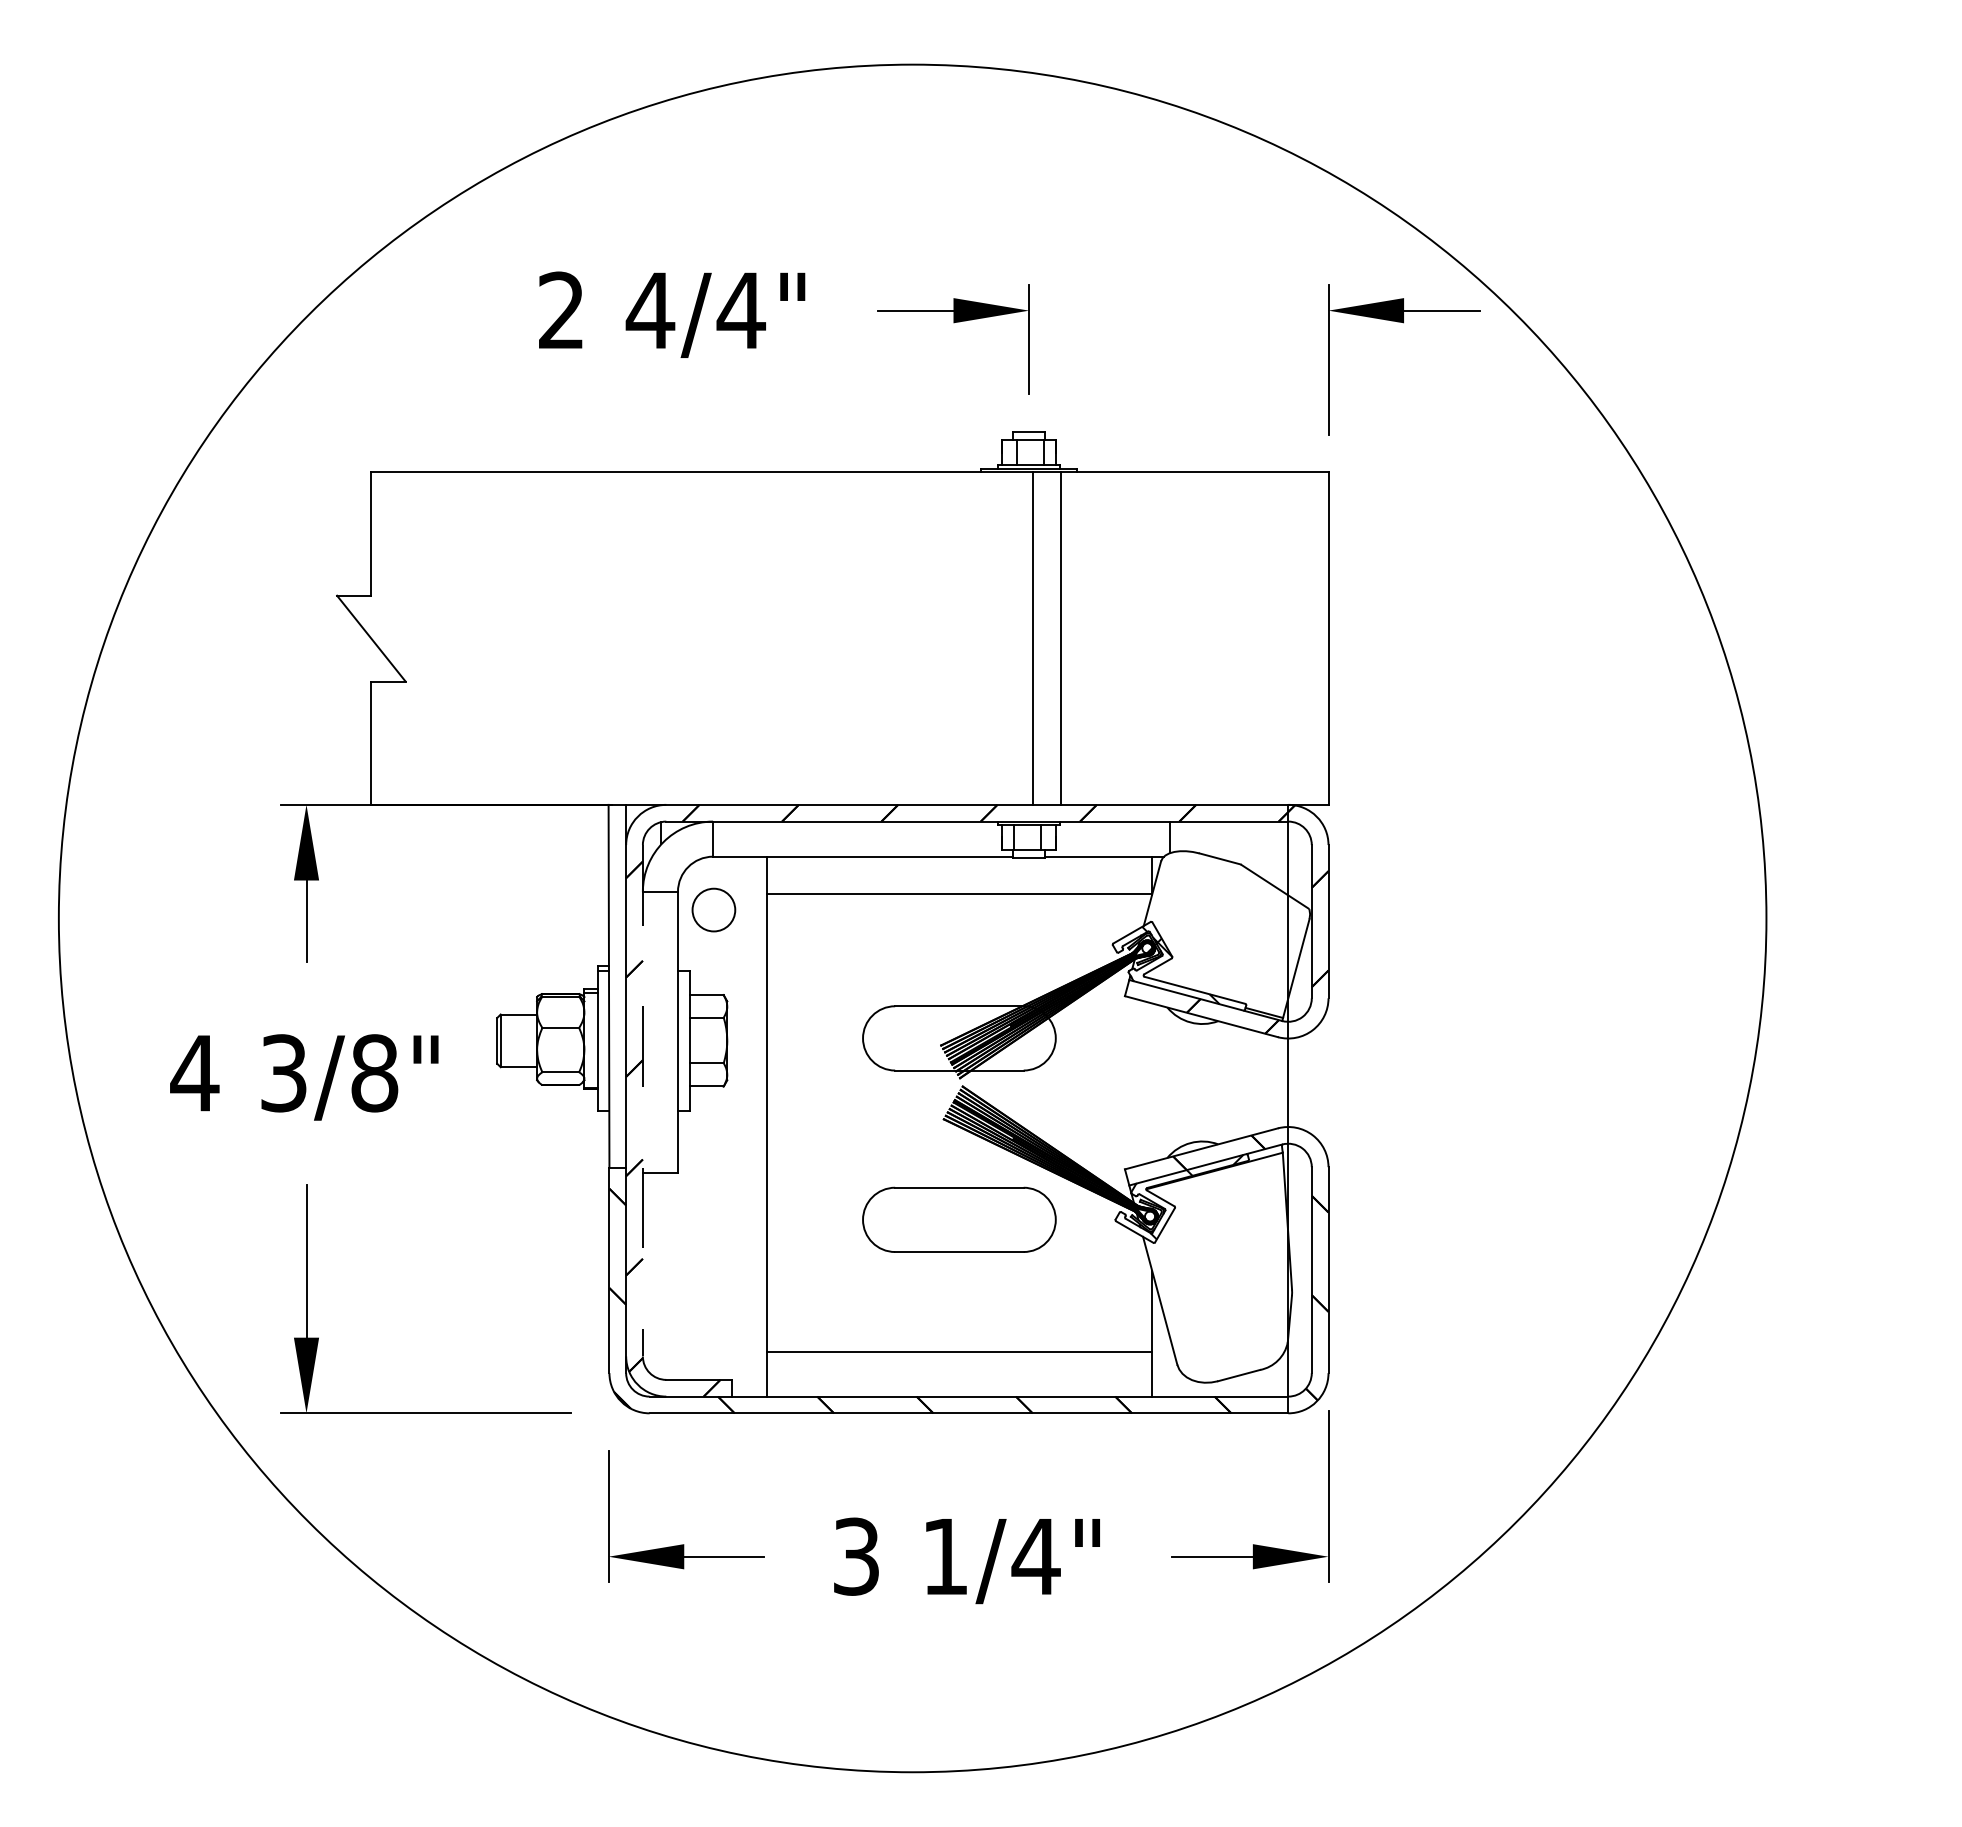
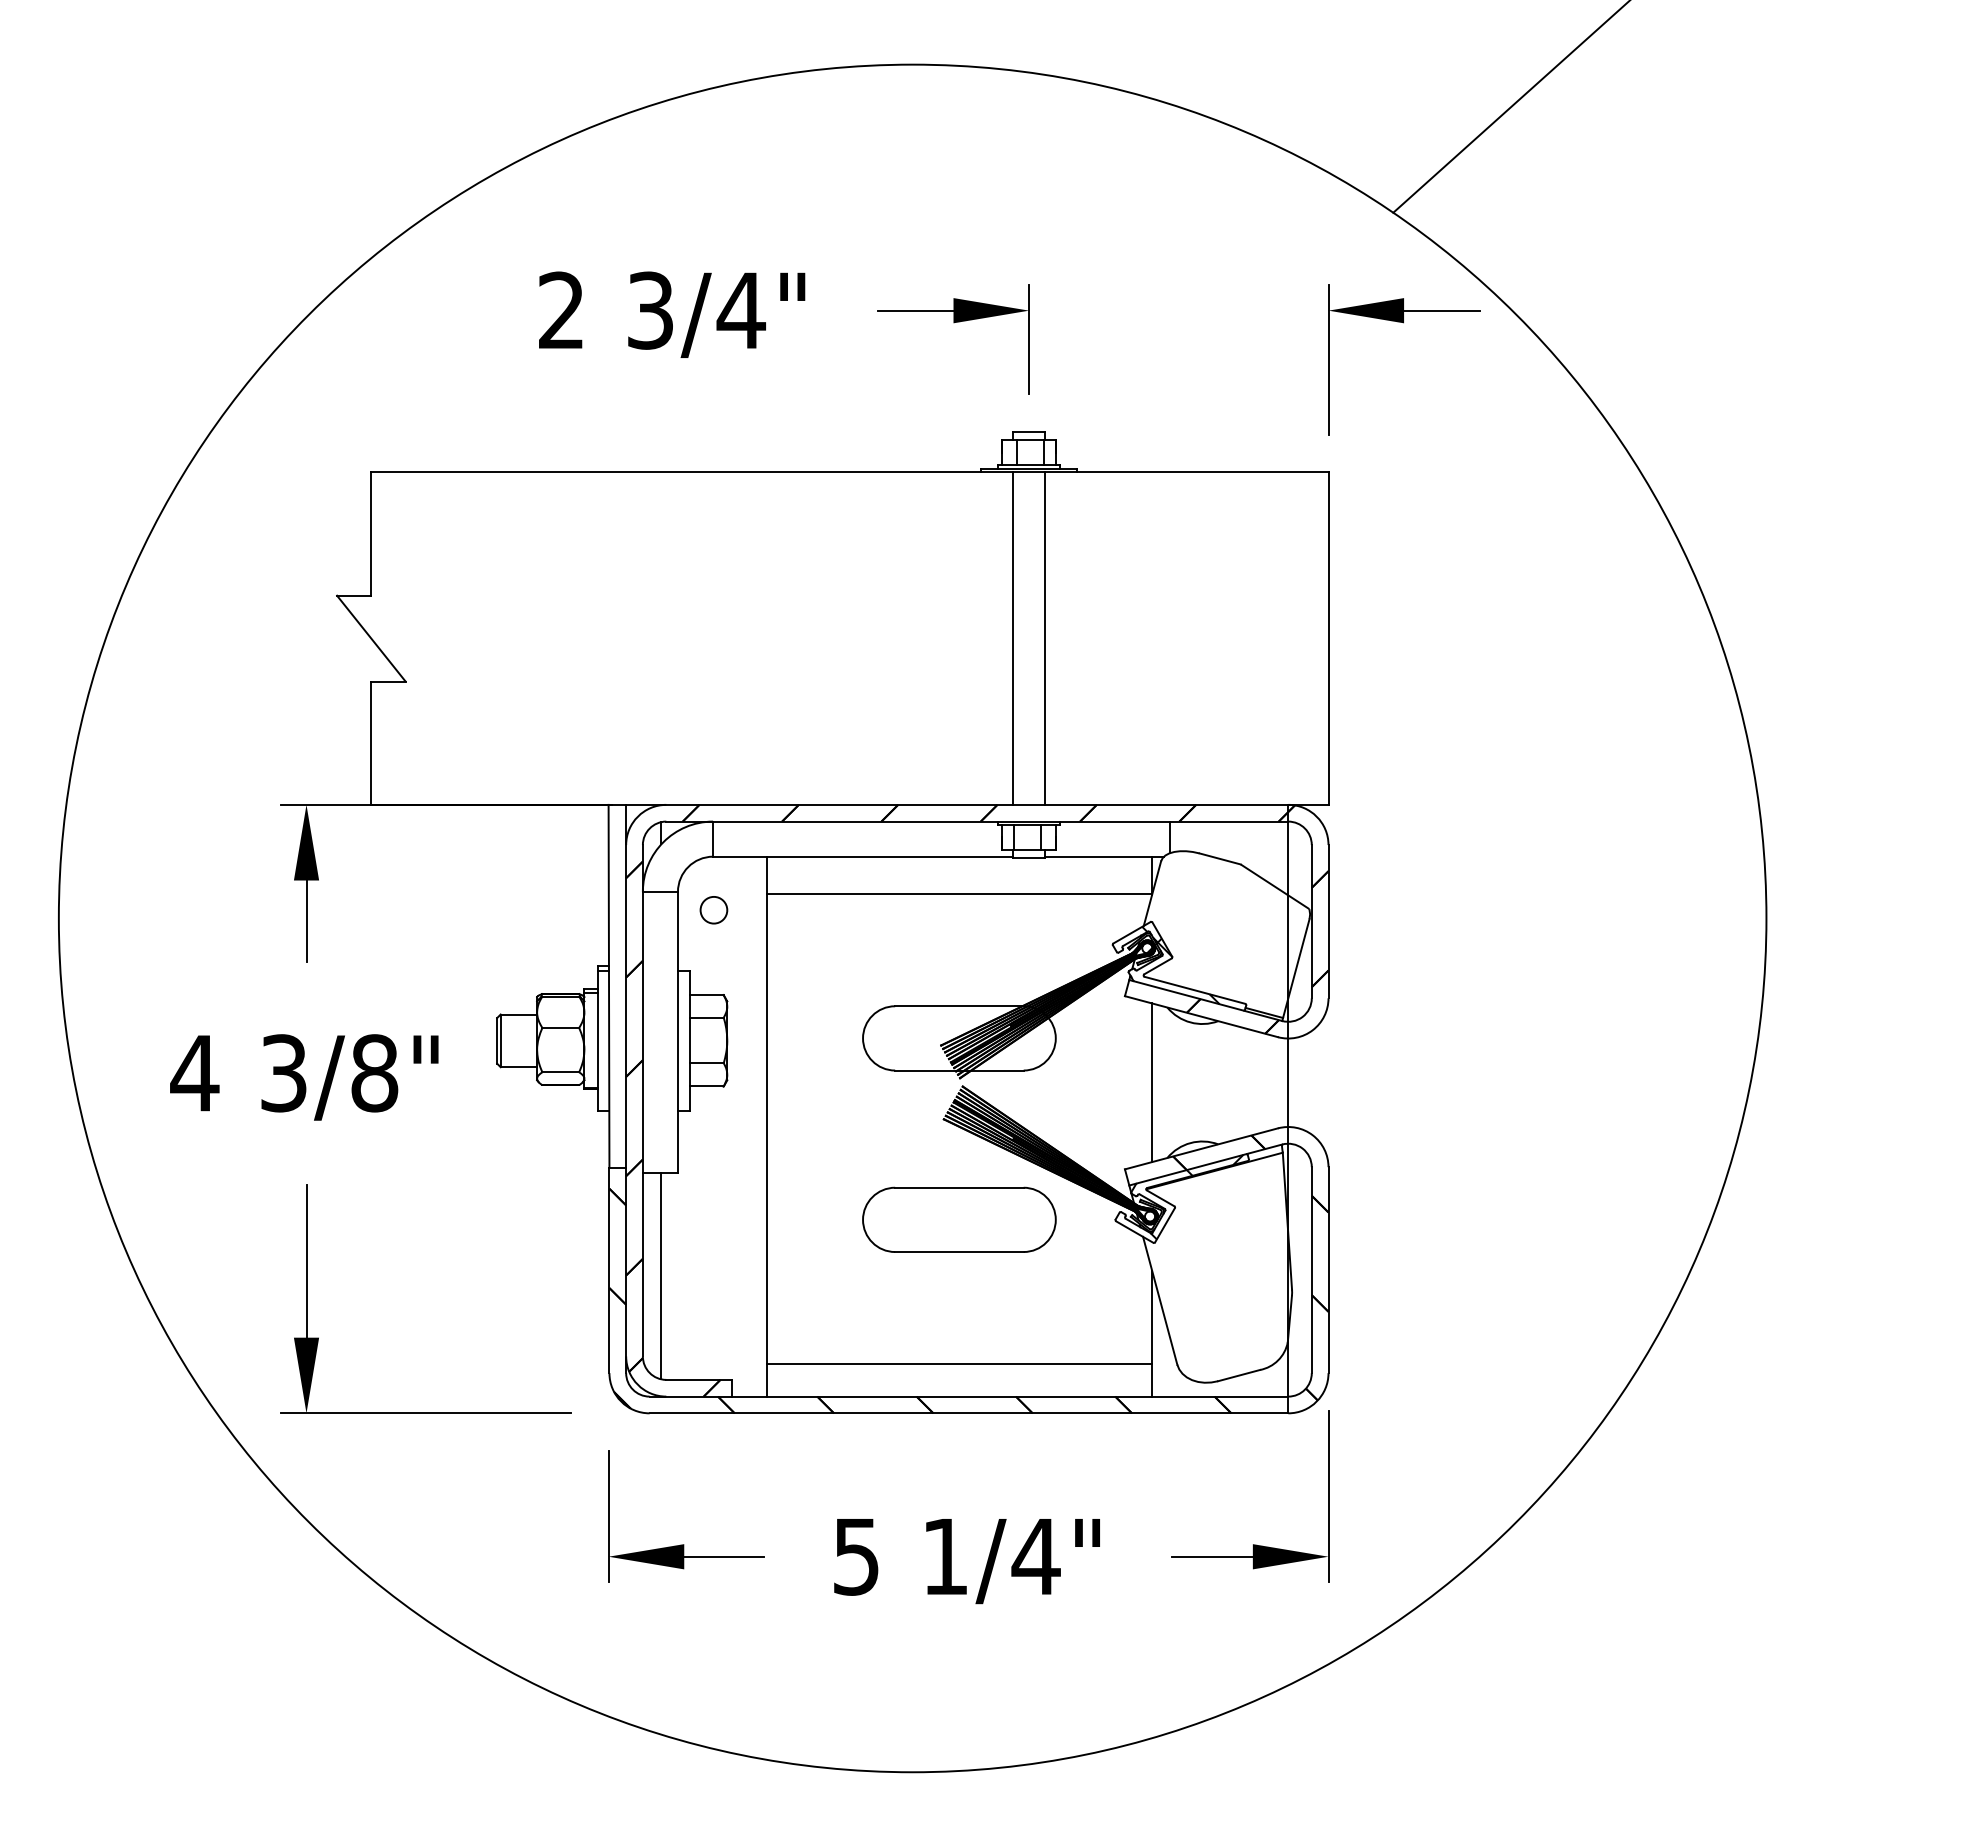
line at (1510, 107): none -> present
text at (650, 310): 4/4" -> 3/4"
line at (1033, 638) position: (1033, 638) -> (1013, 638)
line at (1061, 638) position: (1061, 638) -> (1045, 638)
circle at (713, 909) size: 46x46 px -> 30x29 px
line at (1152, 1082): none -> present
line at (642, 1100): dashed -> solid
line at (661, 1275): none -> present
line at (959, 1352) position: (959, 1352) -> (959, 1364)
text at (856, 1556): 3 -> 5
